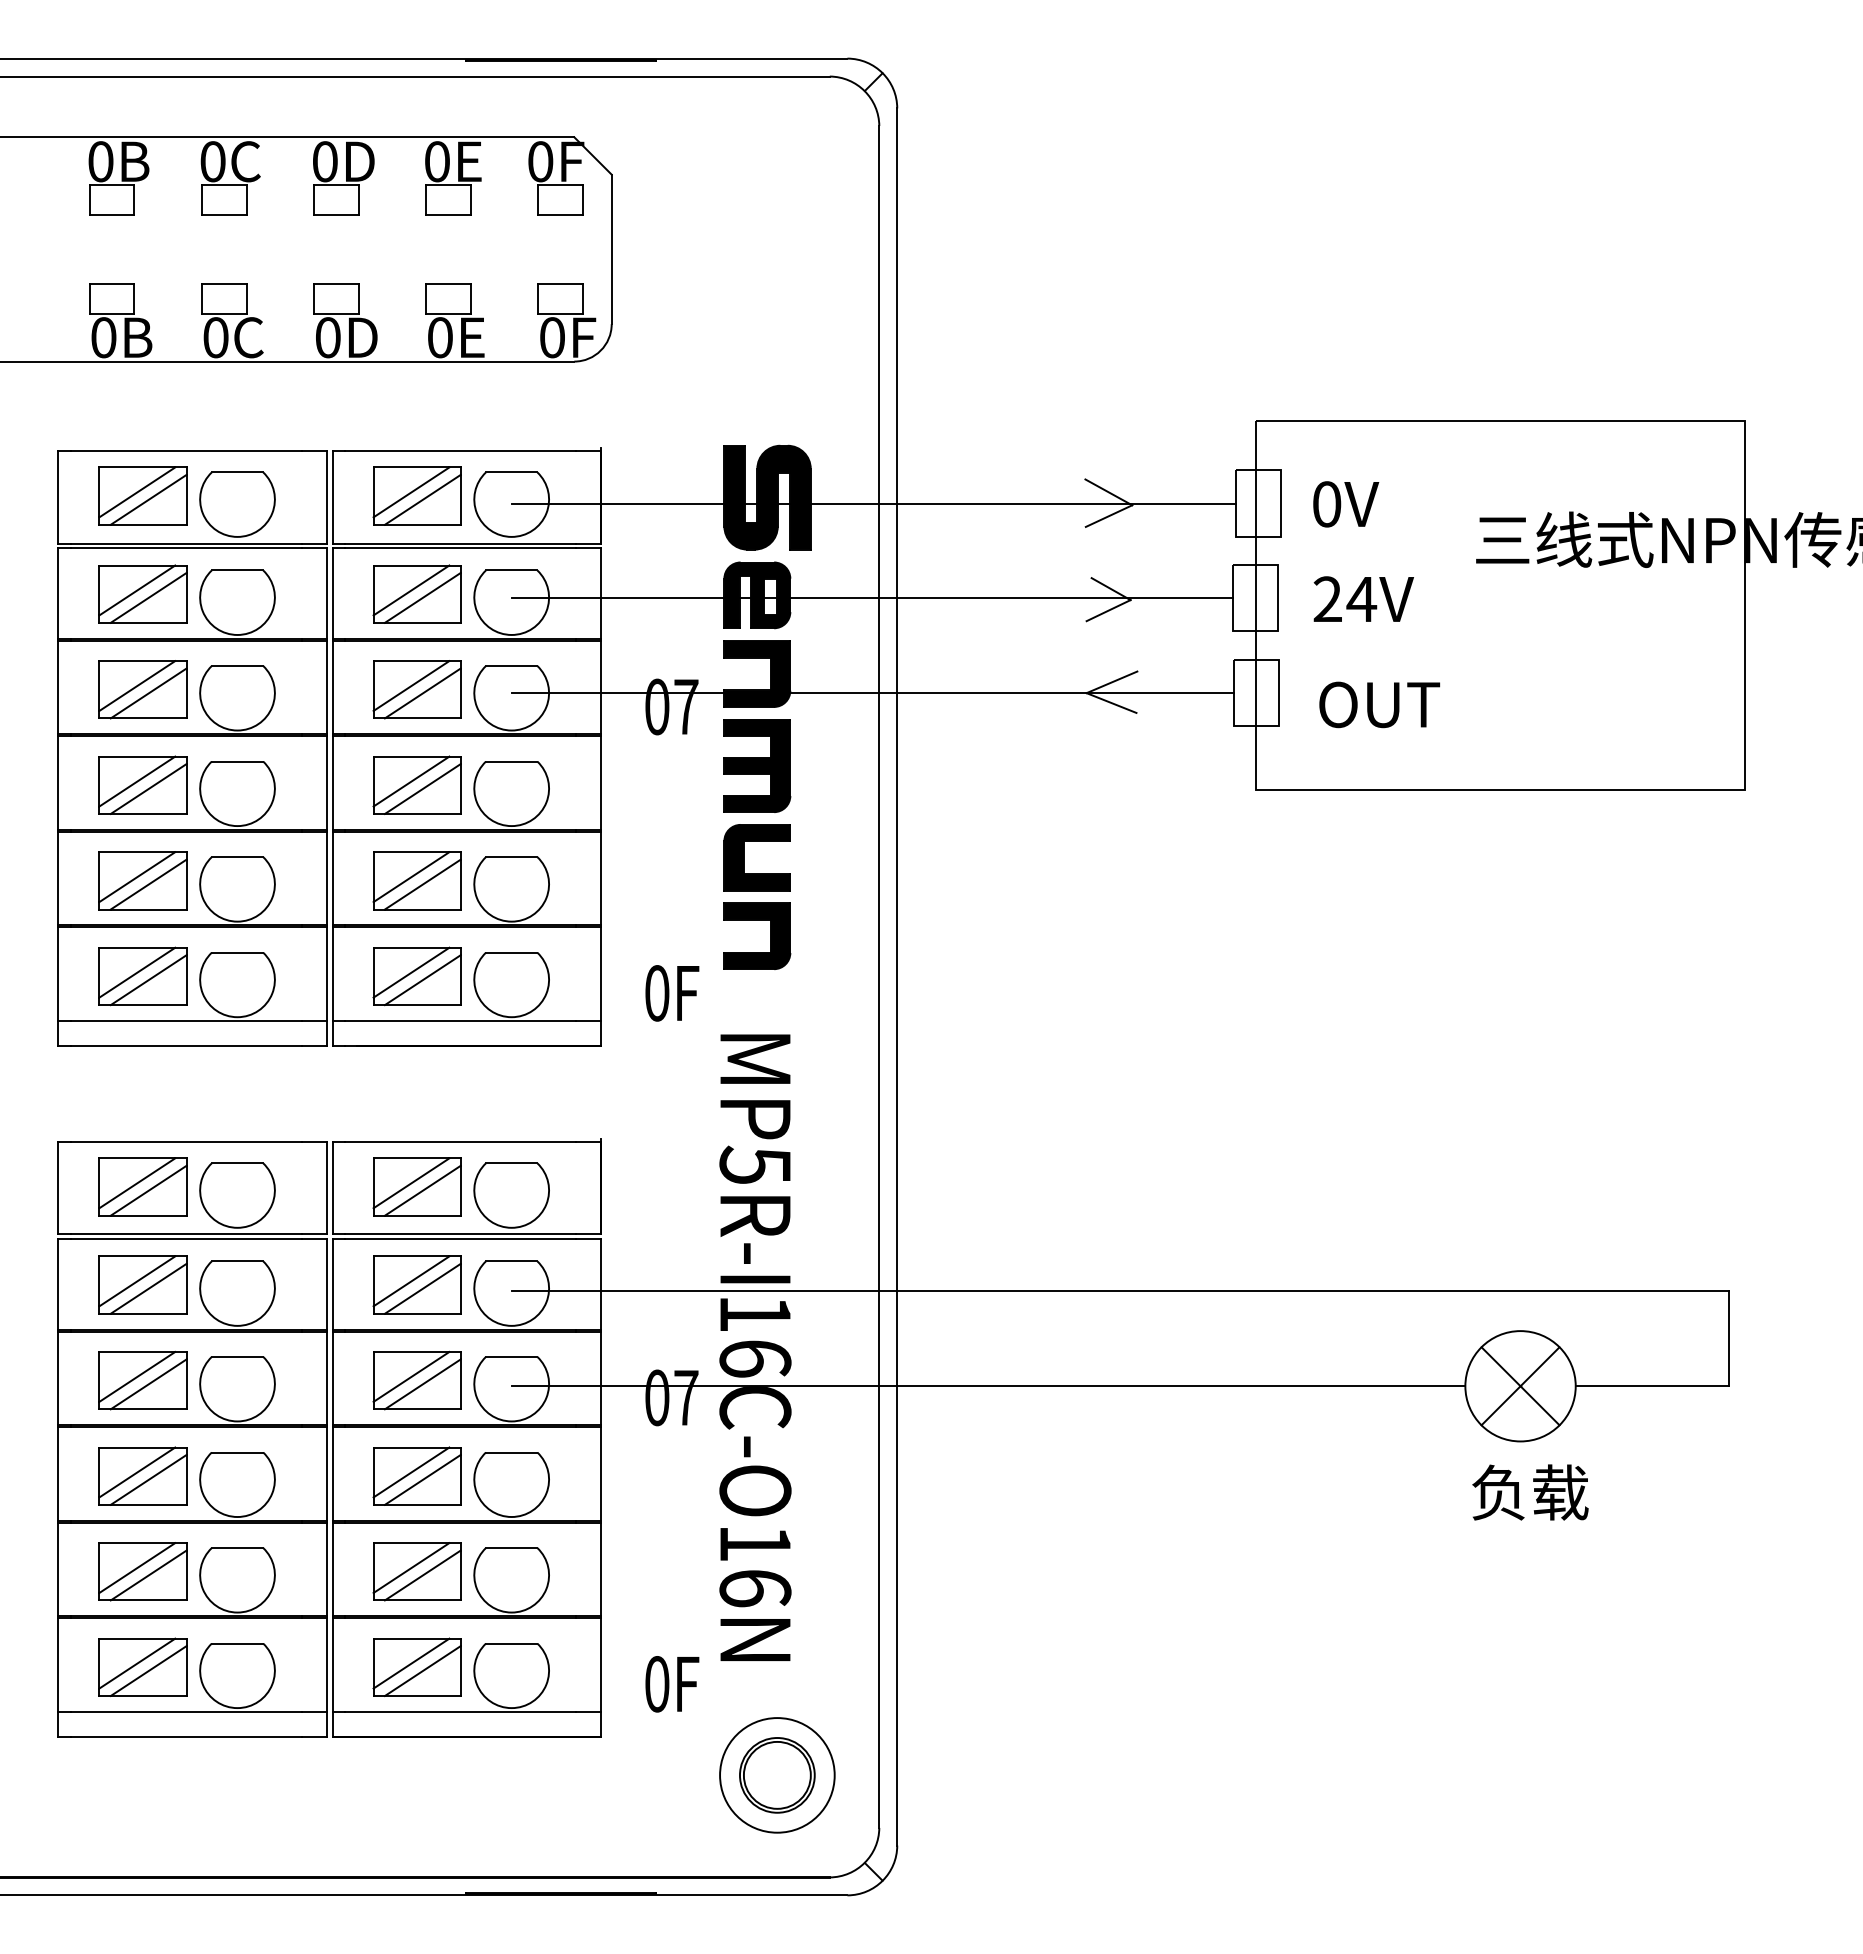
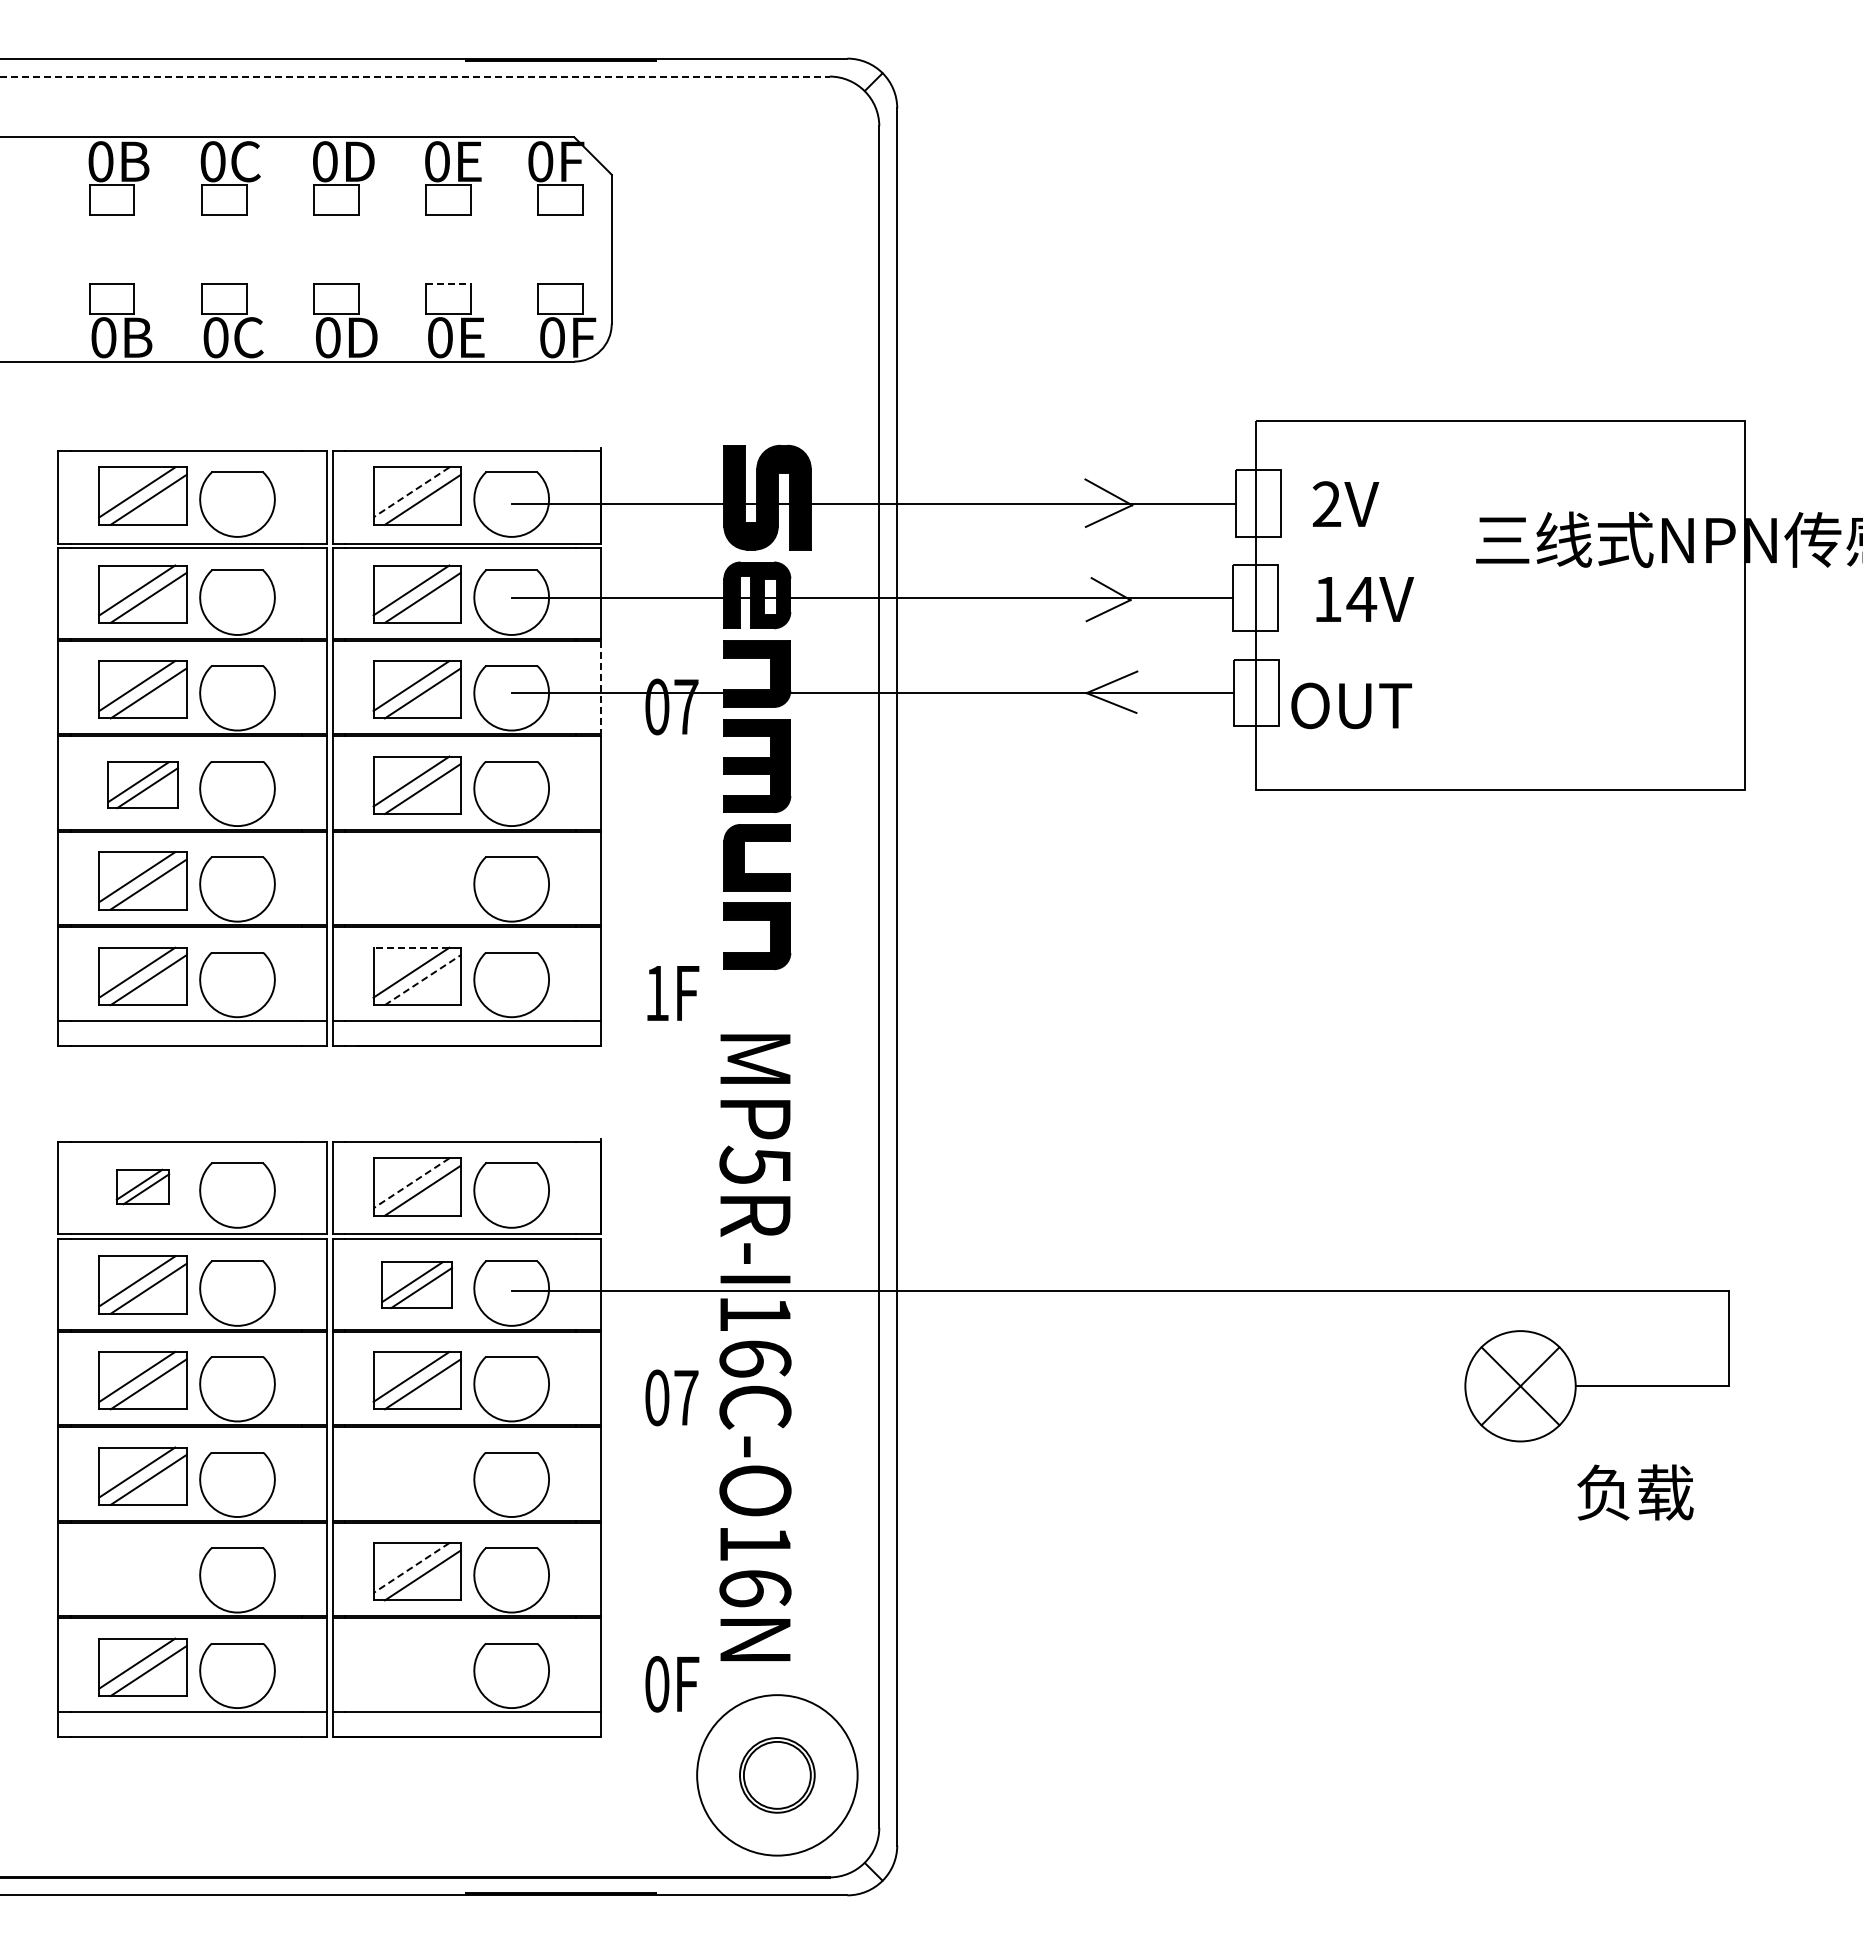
line at (415, 76): solid -> dashed
line at (448, 284): solid -> dashed
line at (411, 492): solid -> dashed
text at (1326, 504): 0V -> 2V
text at (1327, 598): 24V -> 14V
line at (601, 687): solid -> dashed
text at (1379, 704) position: (1379, 704) -> (1351, 705)
part at (142, 784) size: 90x60 px -> 72x49 px
part at (416, 880): present -> none
line at (411, 947): solid -> dashed
line at (423, 979): solid -> dashed
text at (657, 993): 0F -> 1F
line at (411, 1183): solid -> dashed
part at (142, 1186) size: 90x60 px -> 56x38 px
part at (416, 1284) size: 90x60 px -> 72x48 px
line at (988, 1386): present -> none
part at (416, 1475): present -> none
text at (1530, 1492) position: (1530, 1492) -> (1635, 1492)
line at (411, 1568): solid -> dashed
part at (142, 1571): present -> none
part at (416, 1666): present -> none
circle at (777, 1775) diameter: 115 px -> 161 px
